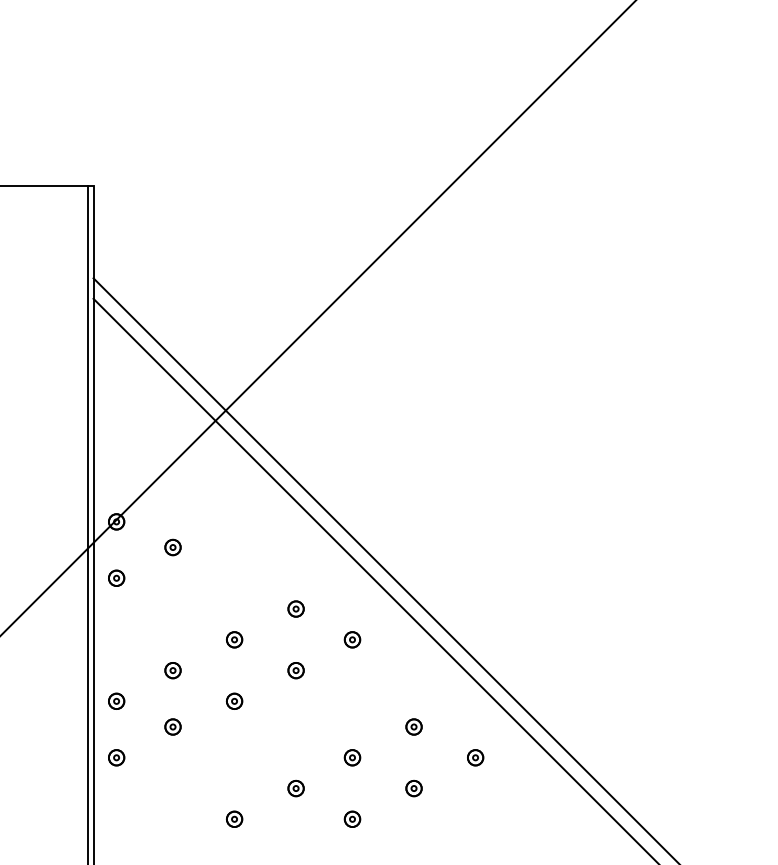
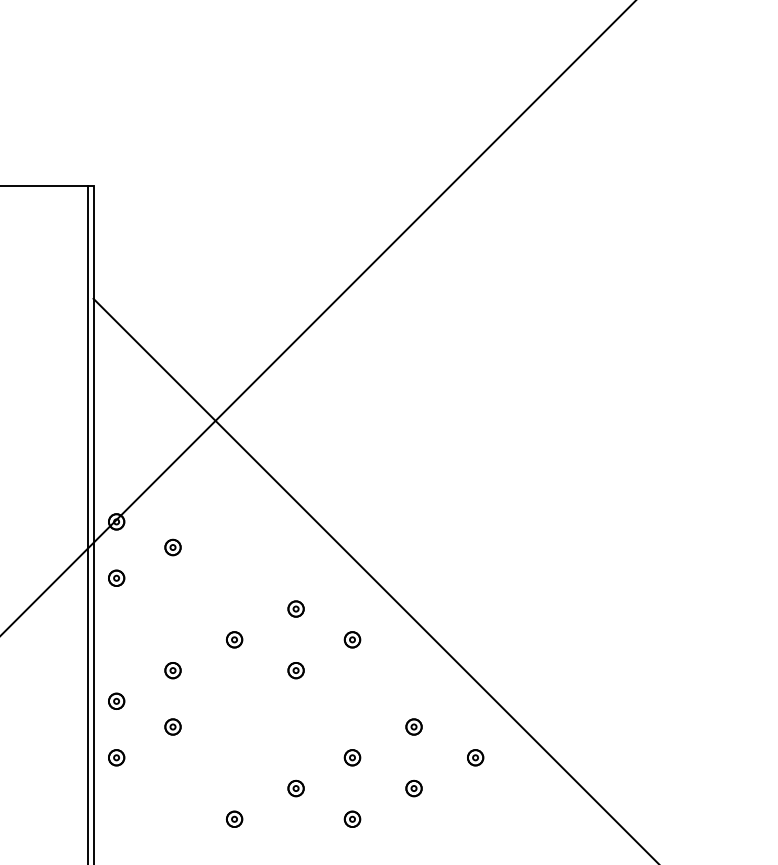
line at (384, 569): present -> none
part at (234, 700): present -> none
